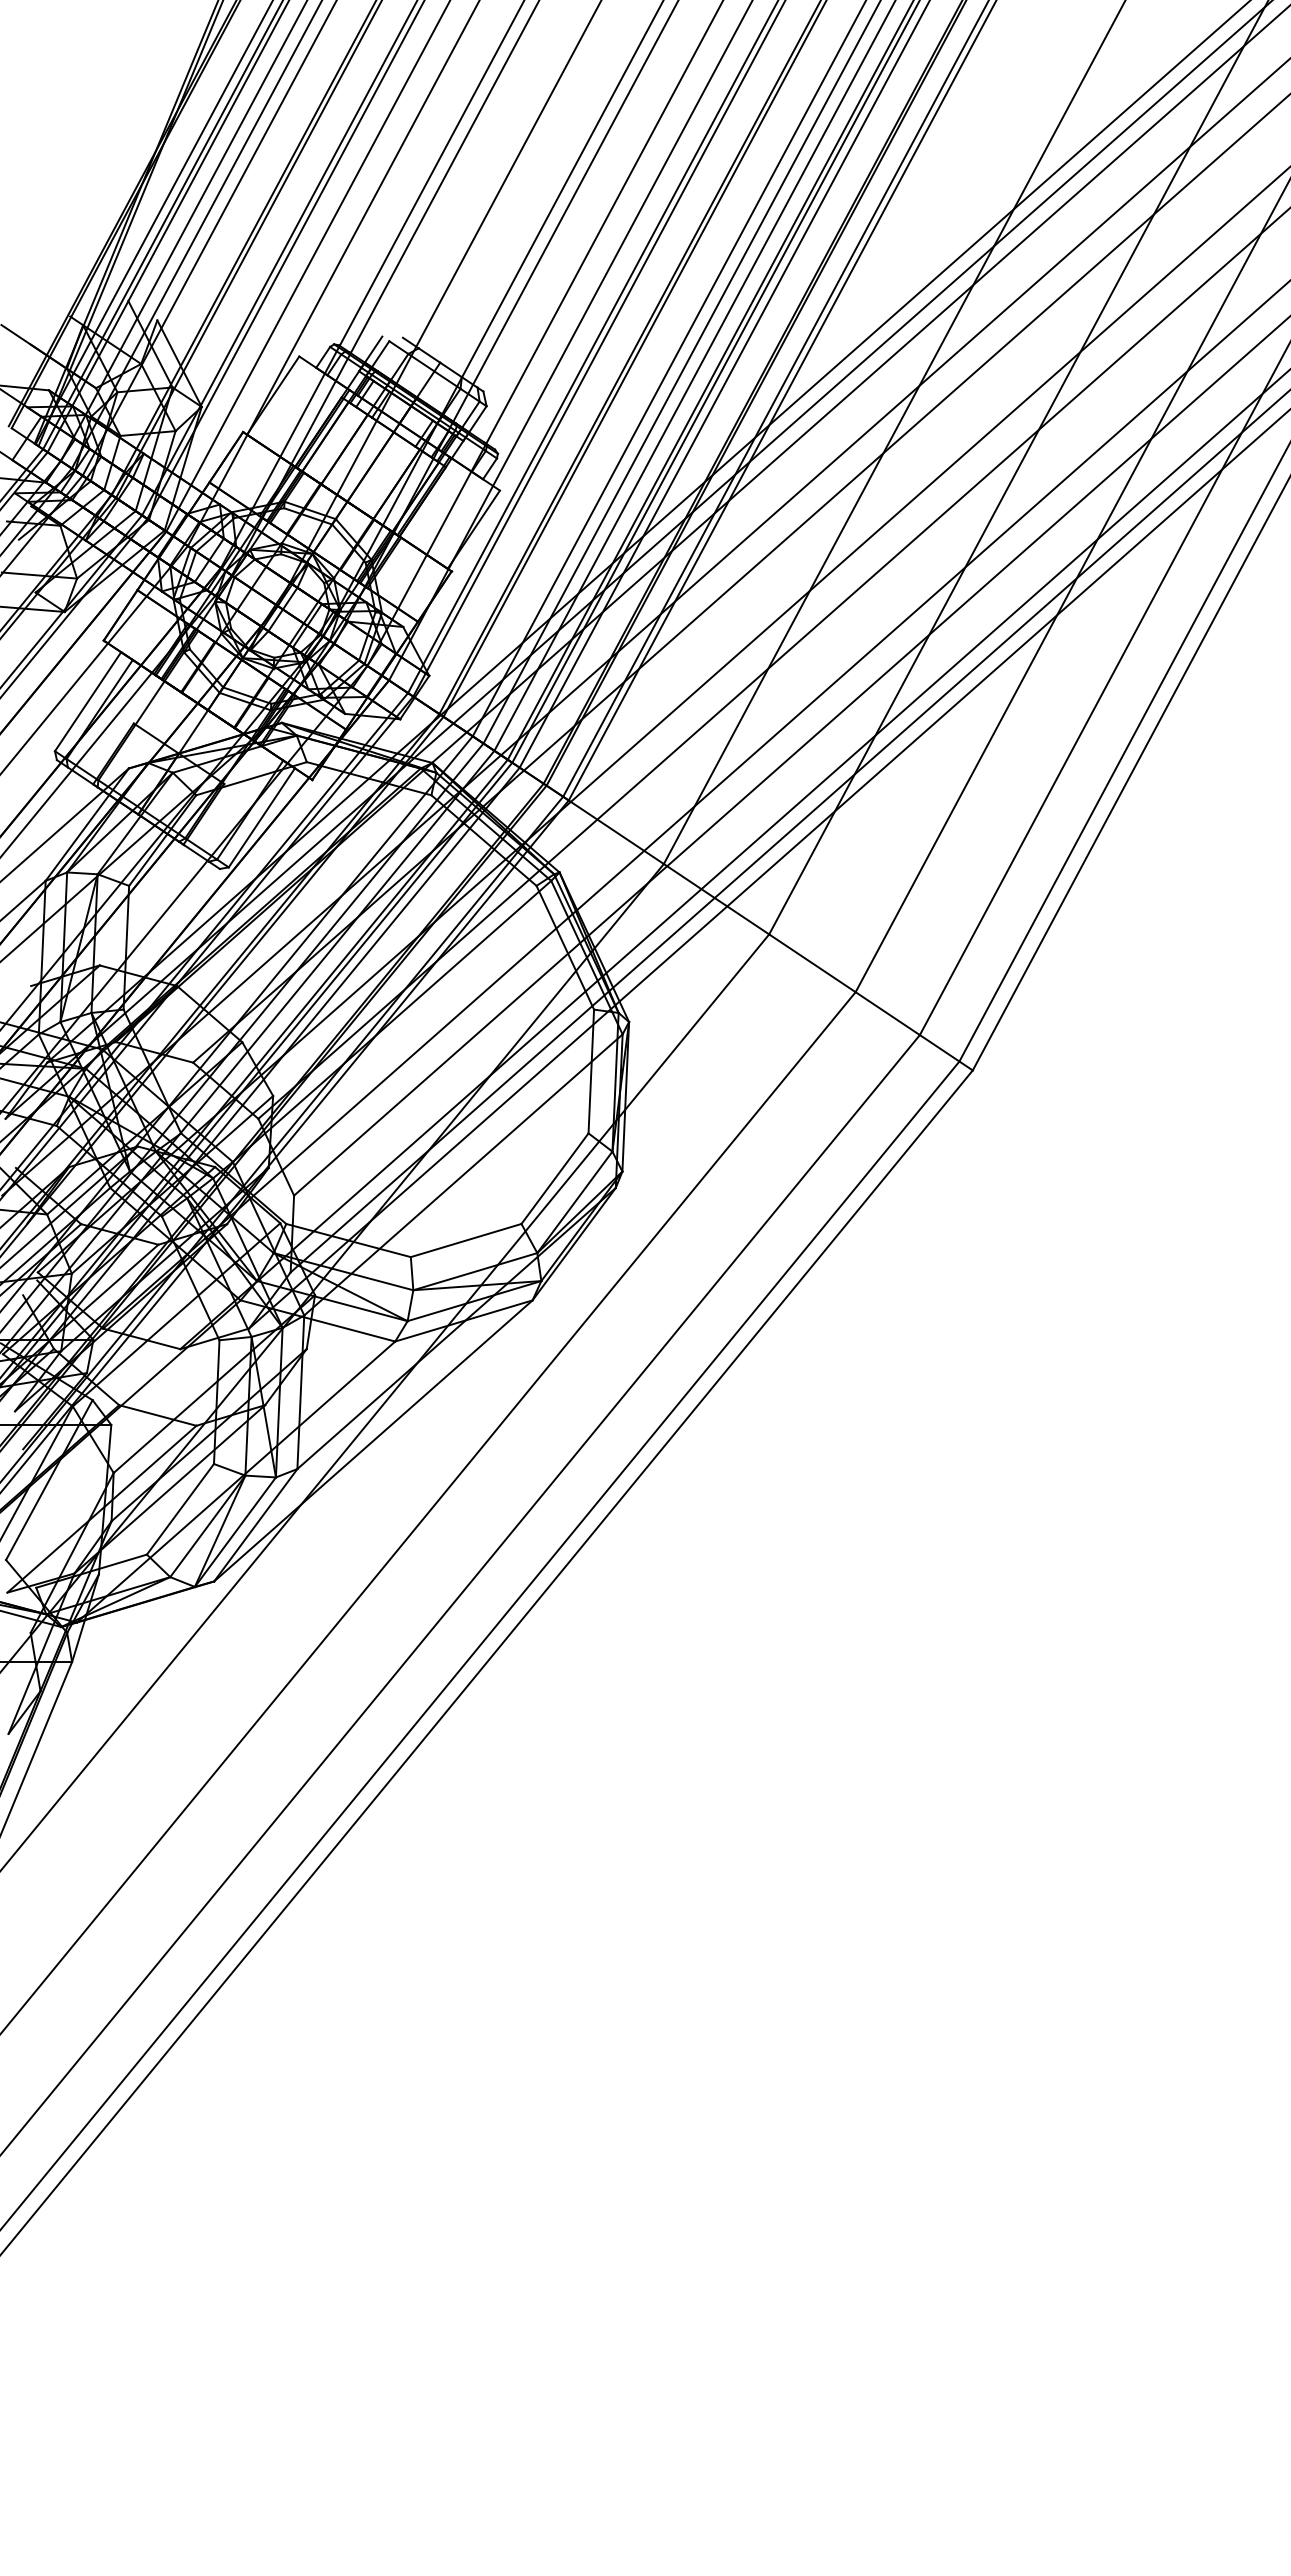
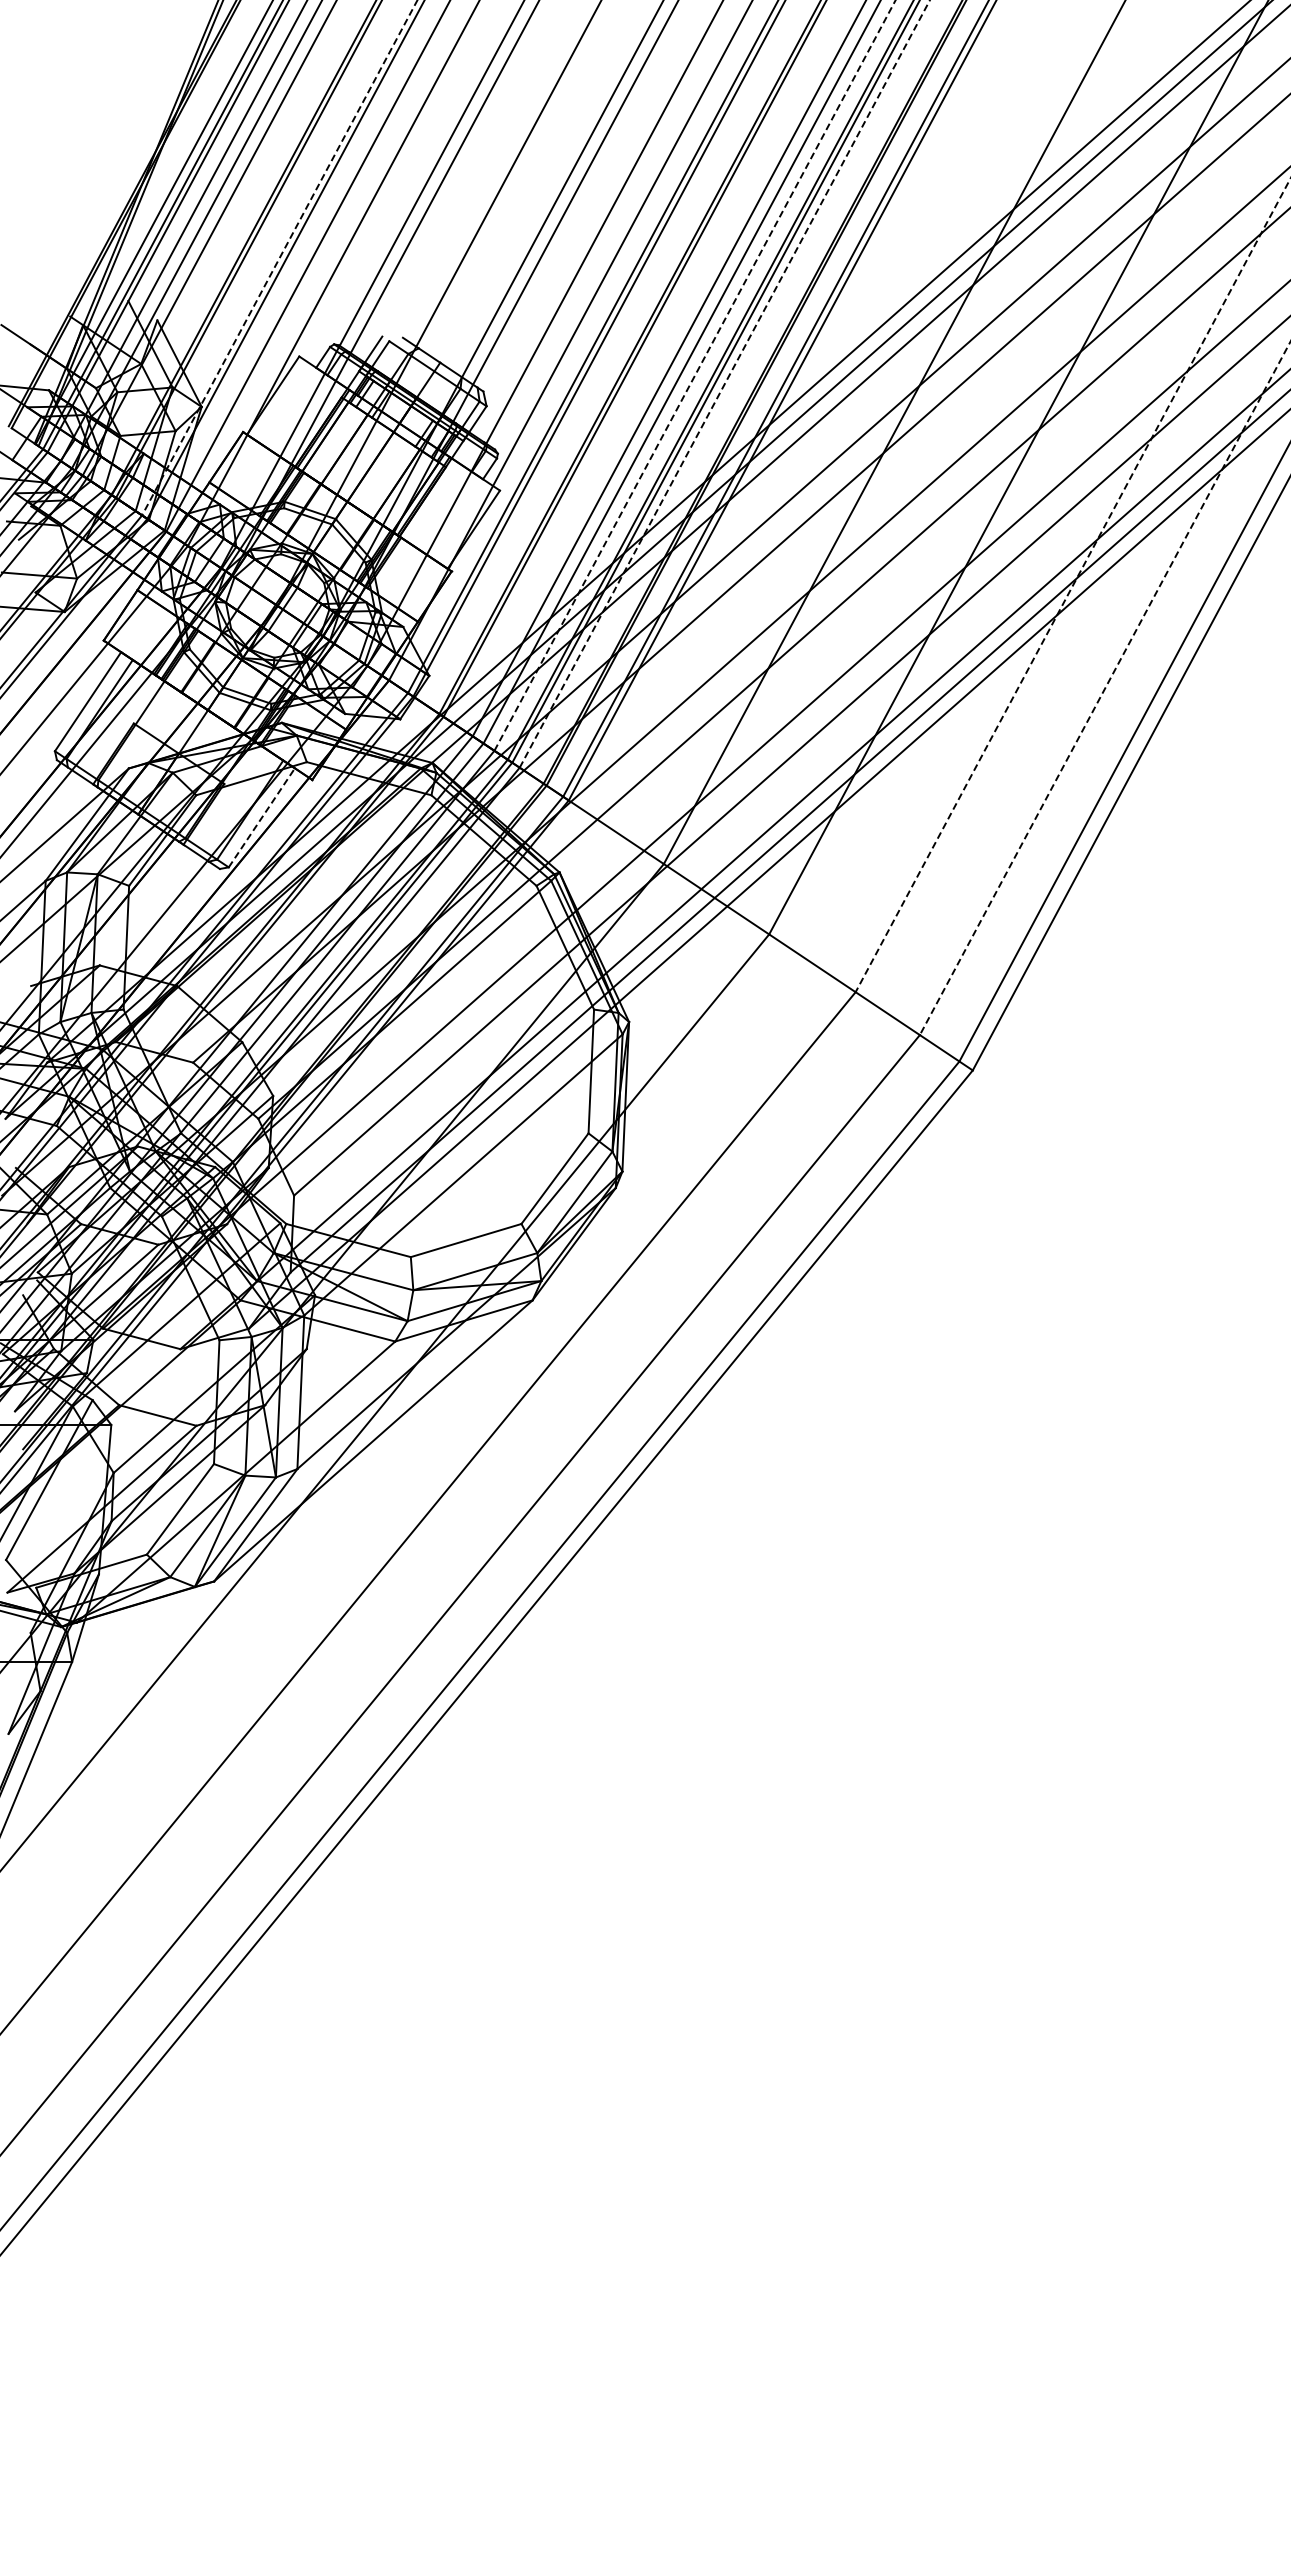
line at (279, 257): solid -> dashed
line at (695, 375): solid -> dashed
line at (724, 384): solid -> dashed
line at (1073, 584): solid -> dashed
line at (1105, 688): solid -> dashed
line at (261, 817): solid -> dashed
